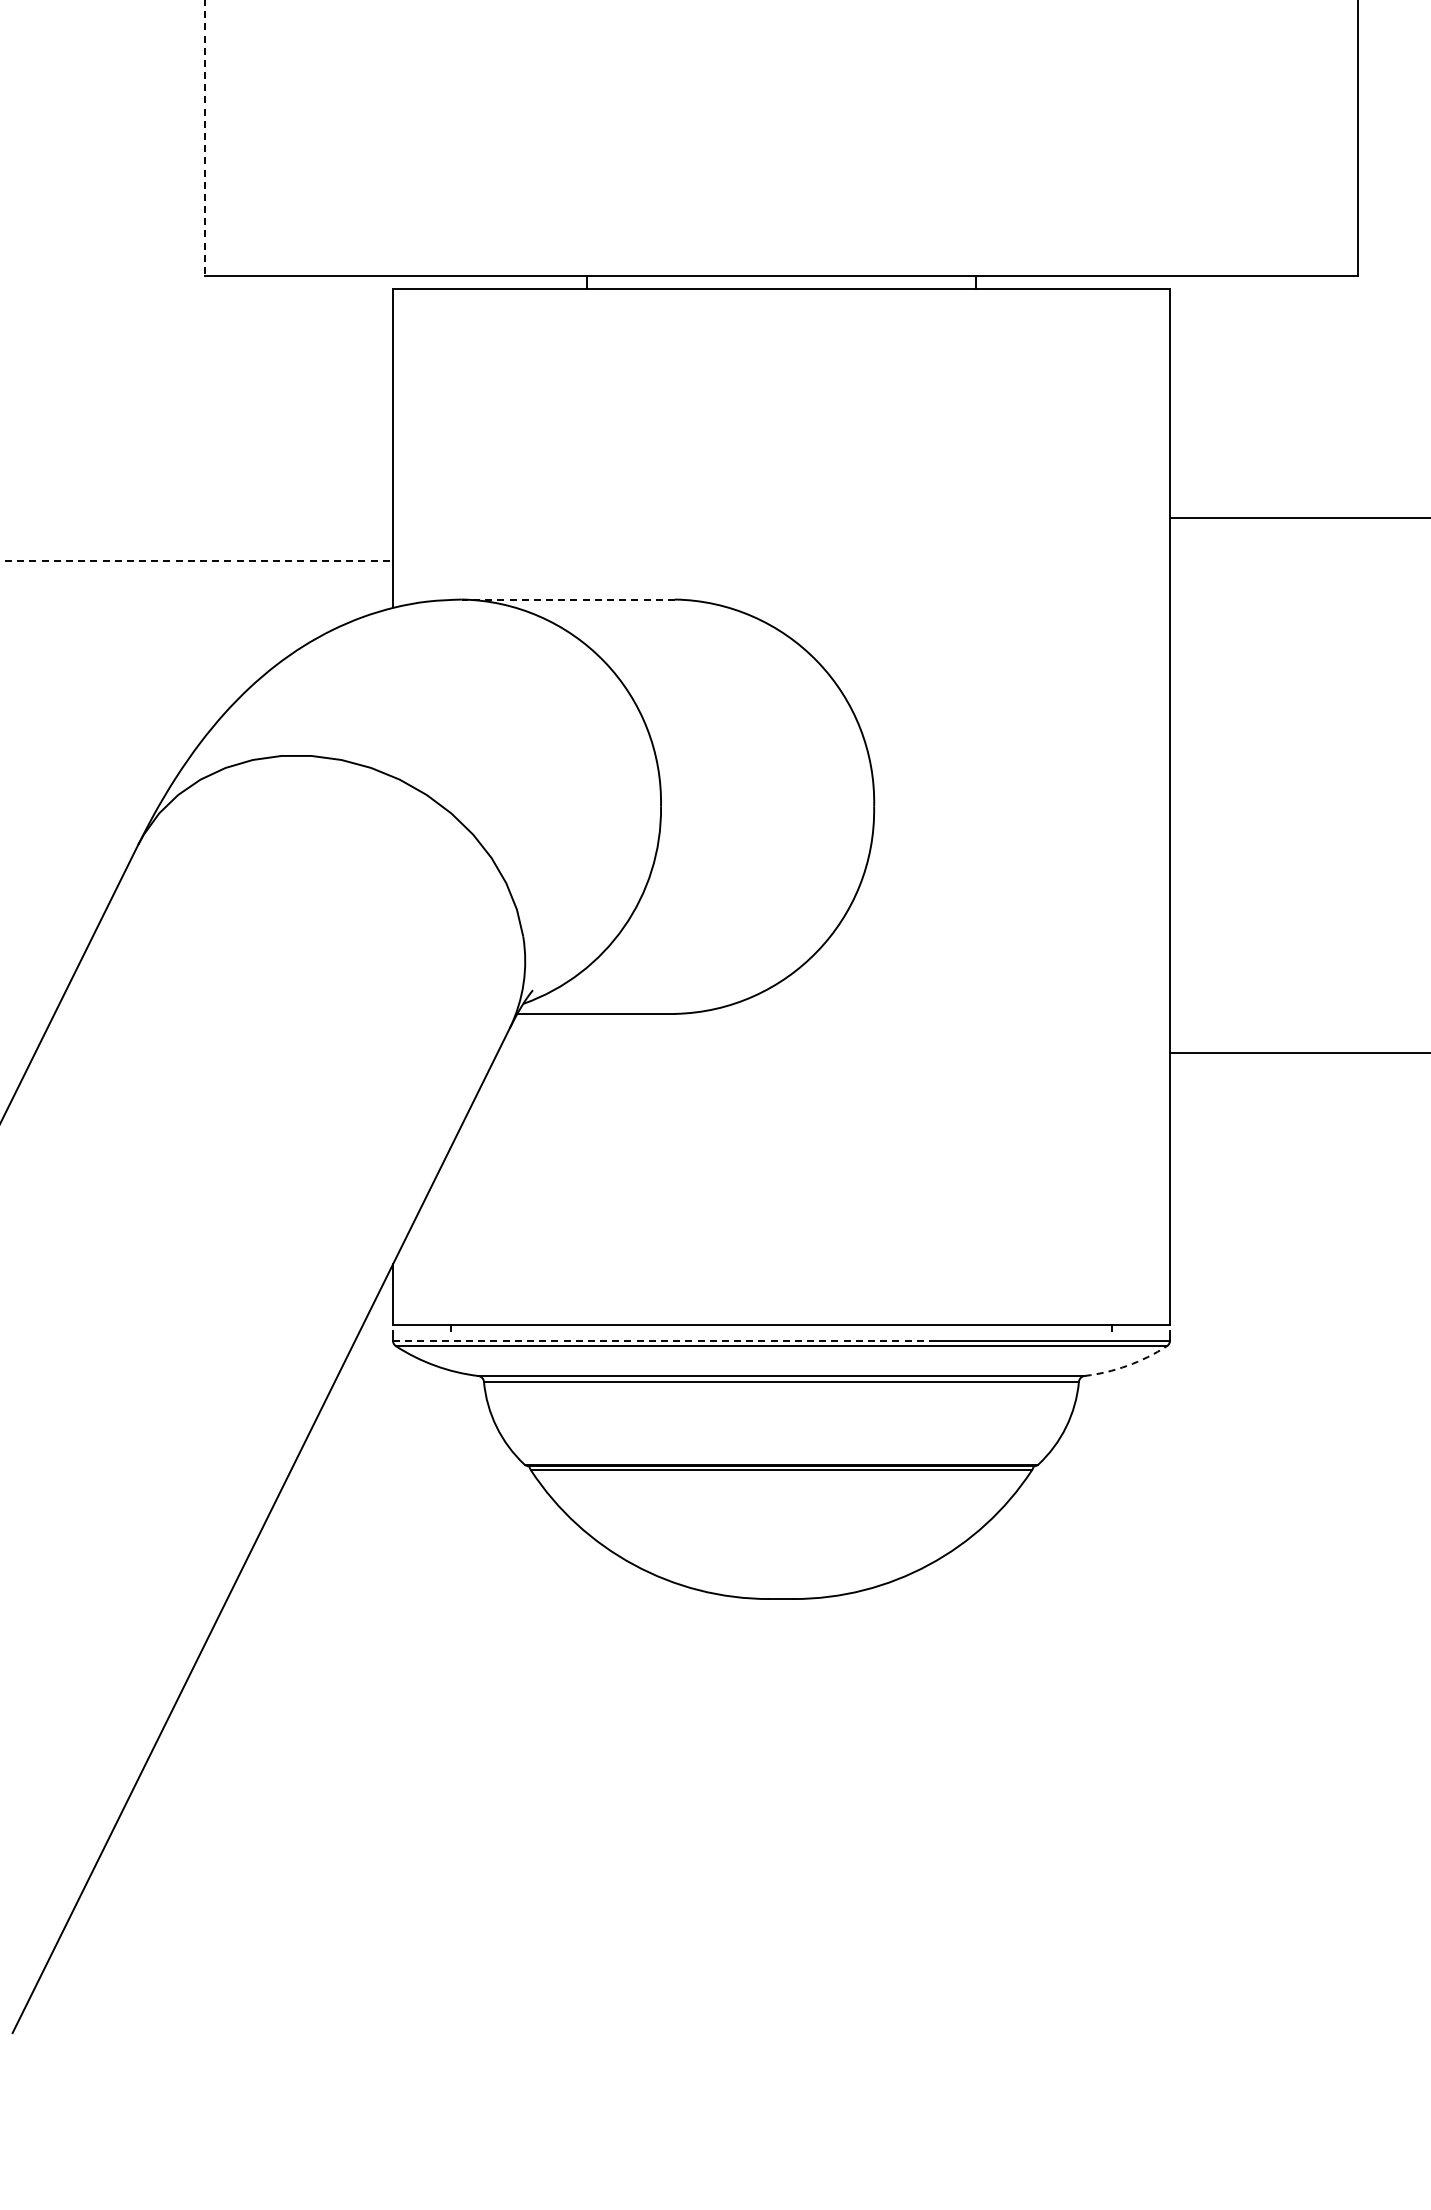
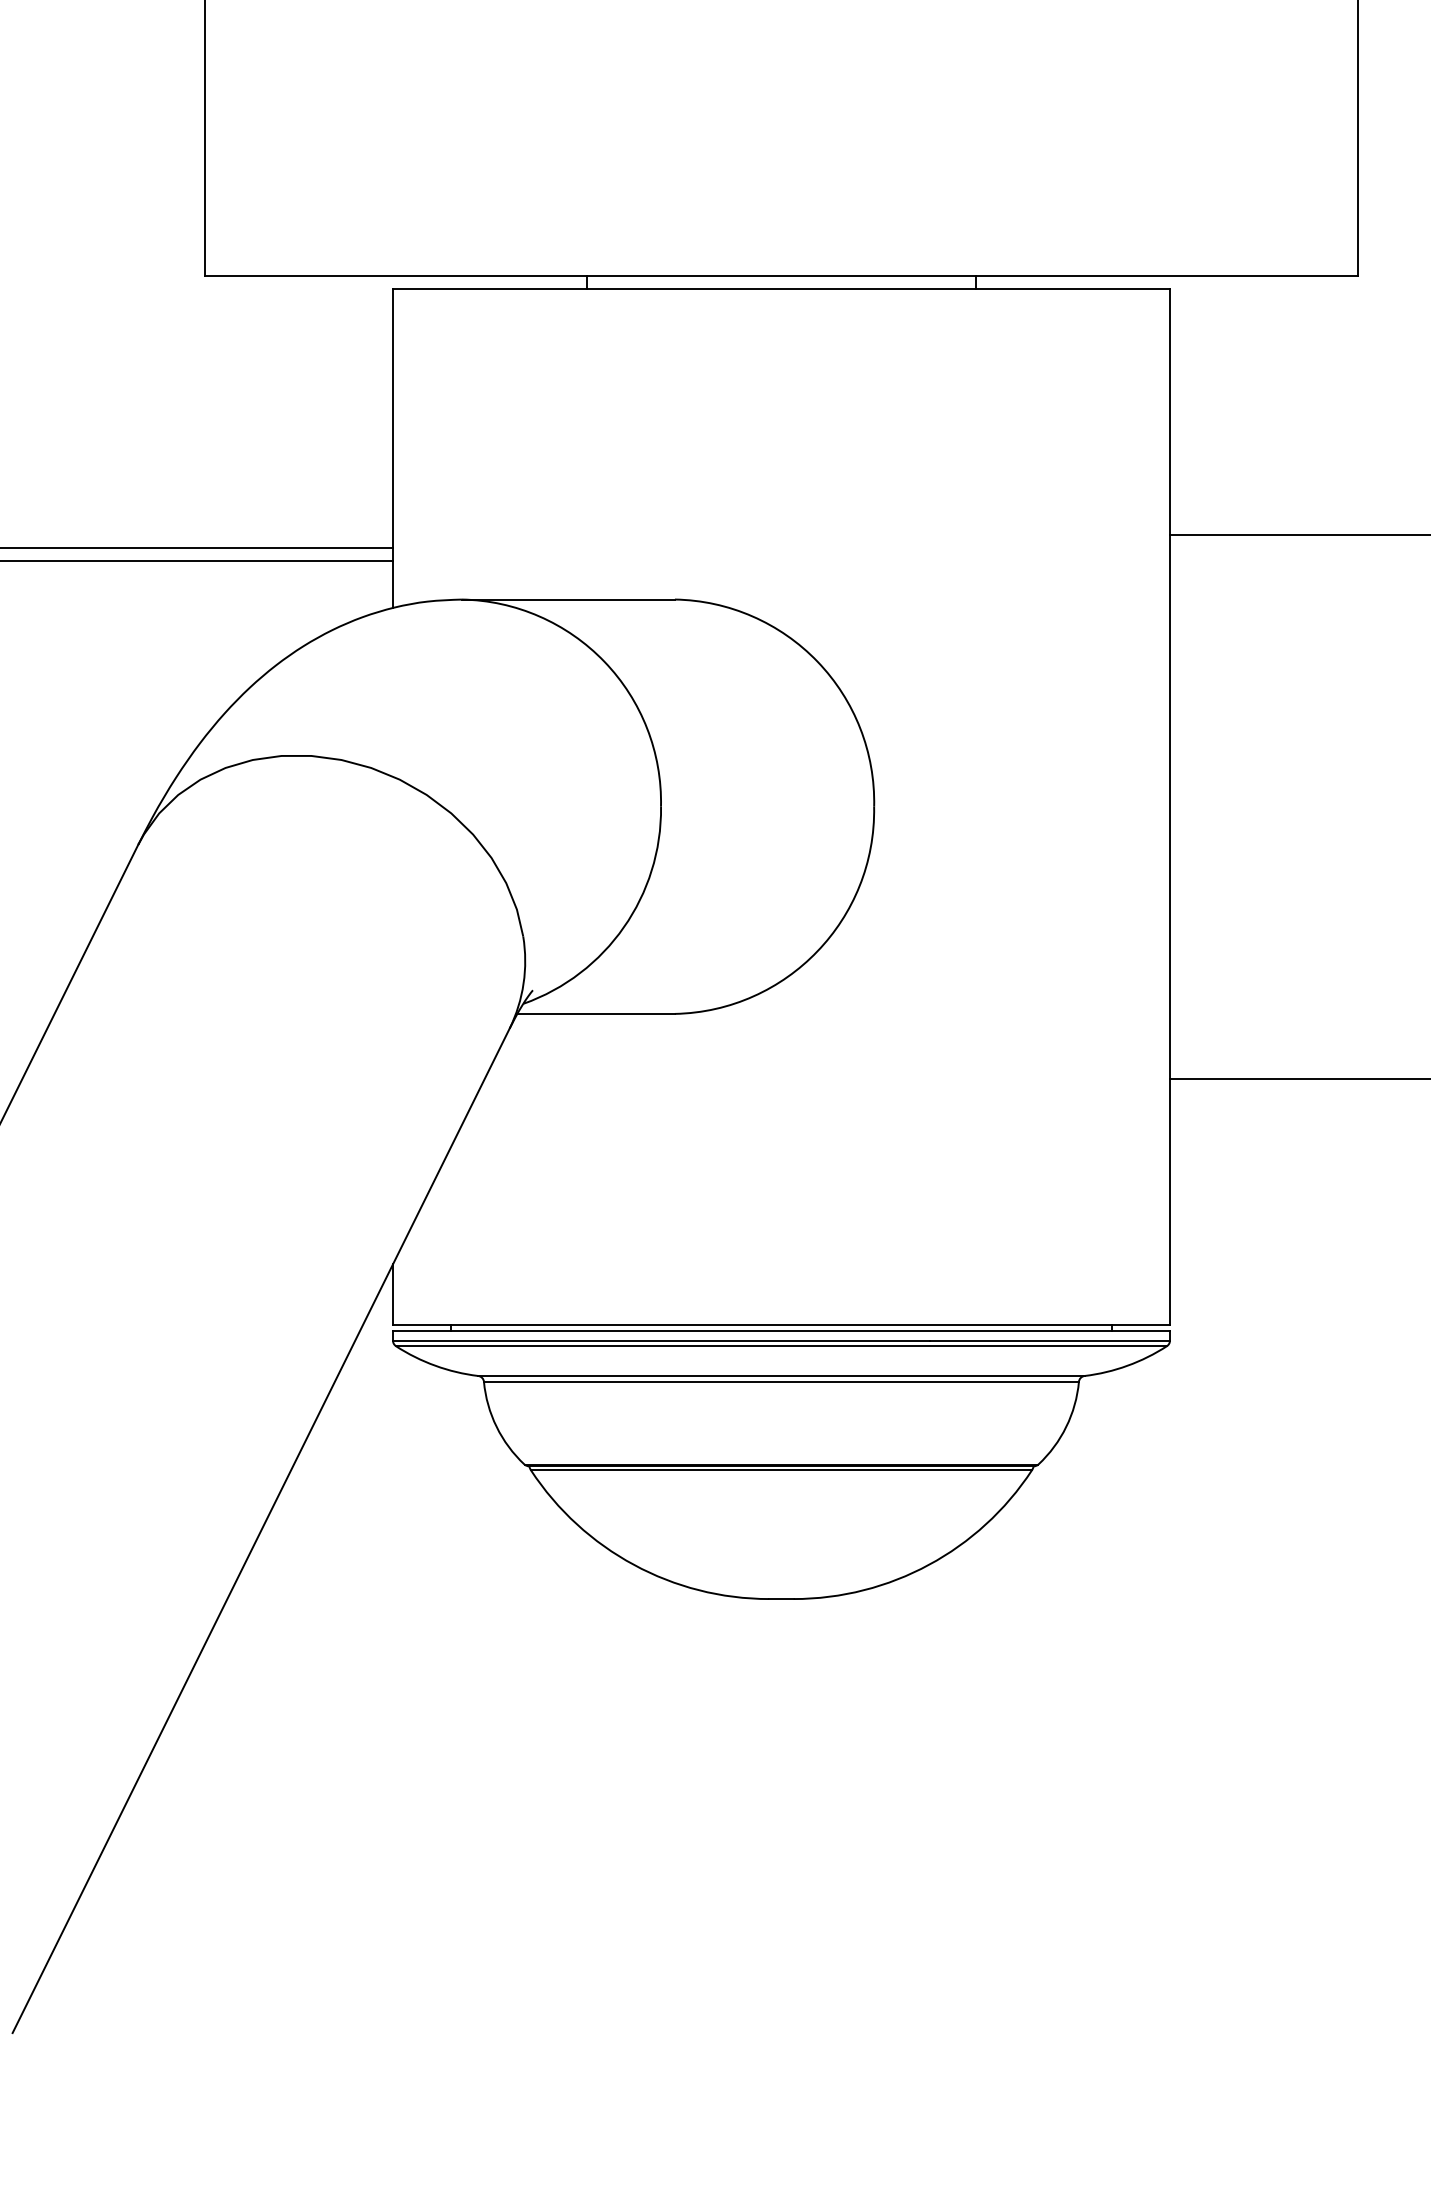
line at (205, 138): dashed -> solid
line at (1298, 517) position: (1298, 517) -> (1298, 534)
line at (197, 547): none -> present
line at (197, 560): dashed -> solid
line at (568, 599): dashed -> solid
line at (1298, 1052) position: (1298, 1052) -> (1298, 1078)
line at (781, 1331): none -> present
line at (661, 1340): dashed -> solid
arc at (1127, 1365): dashed -> solid
